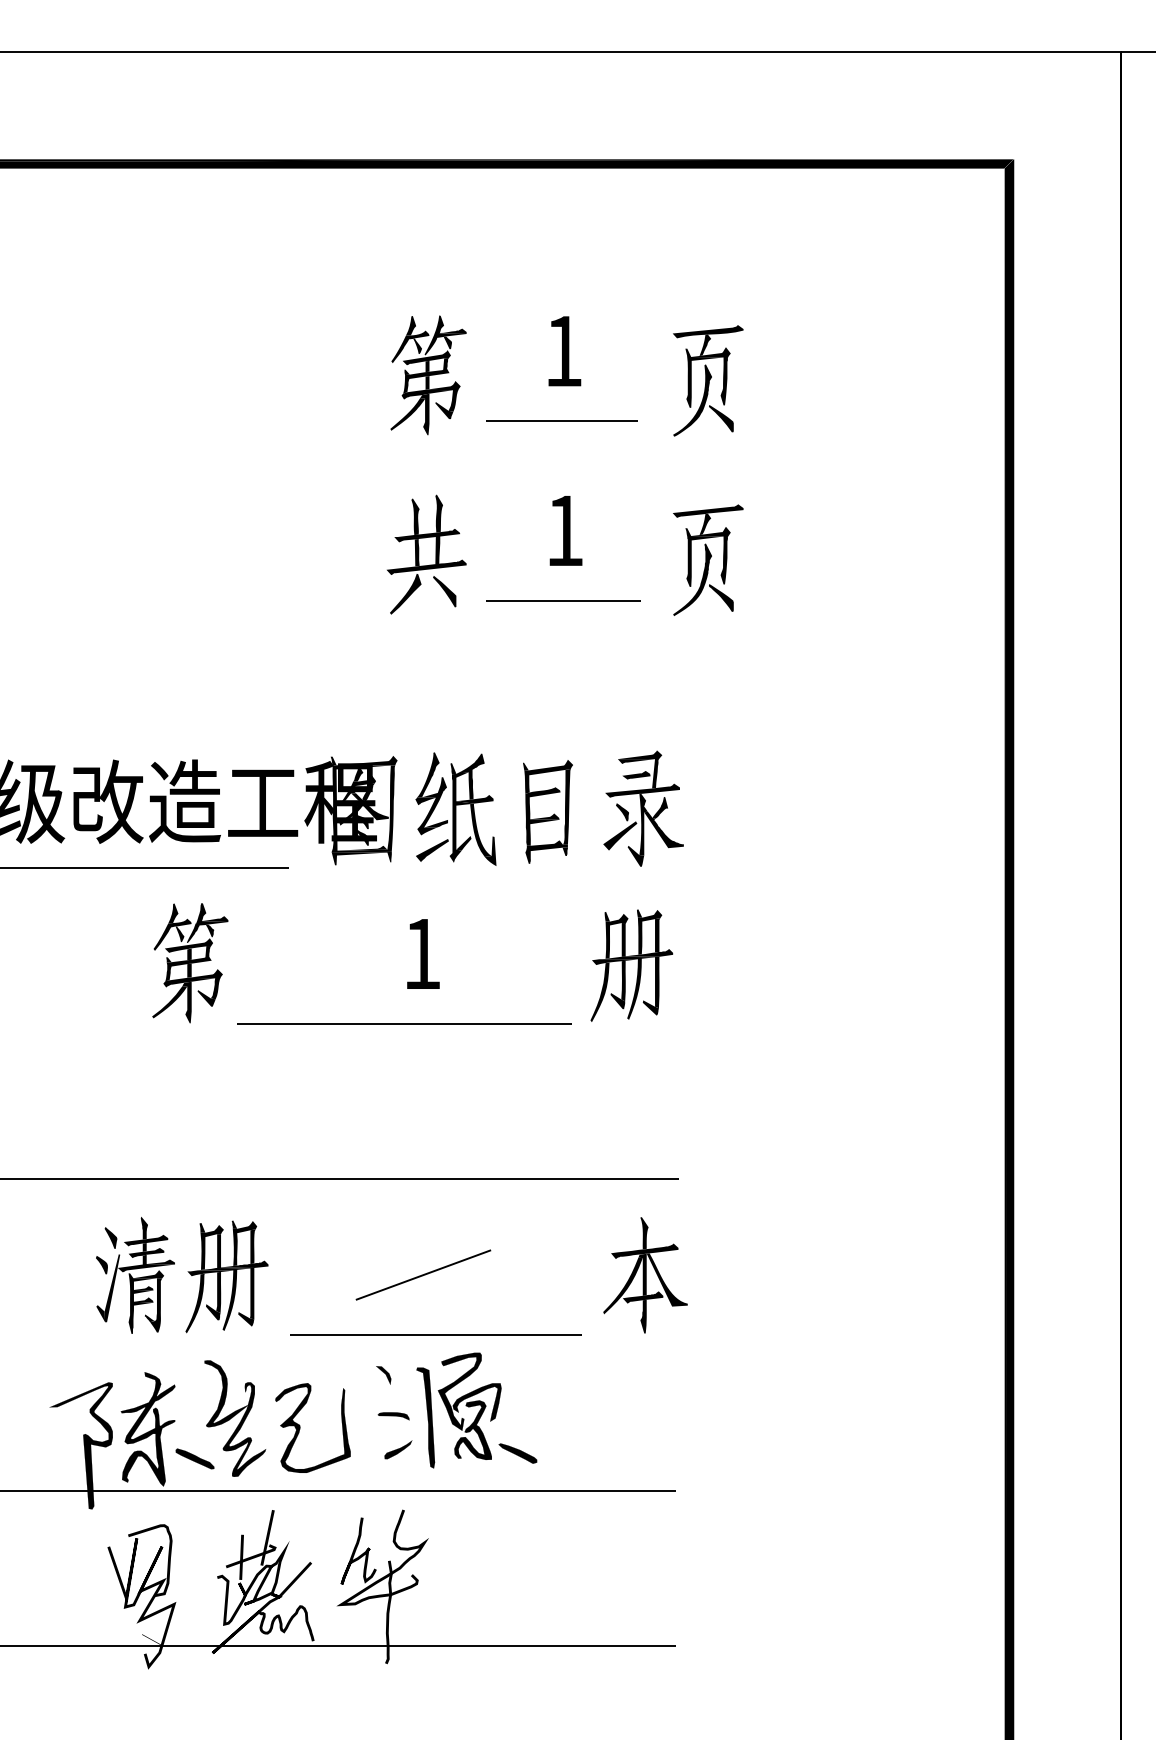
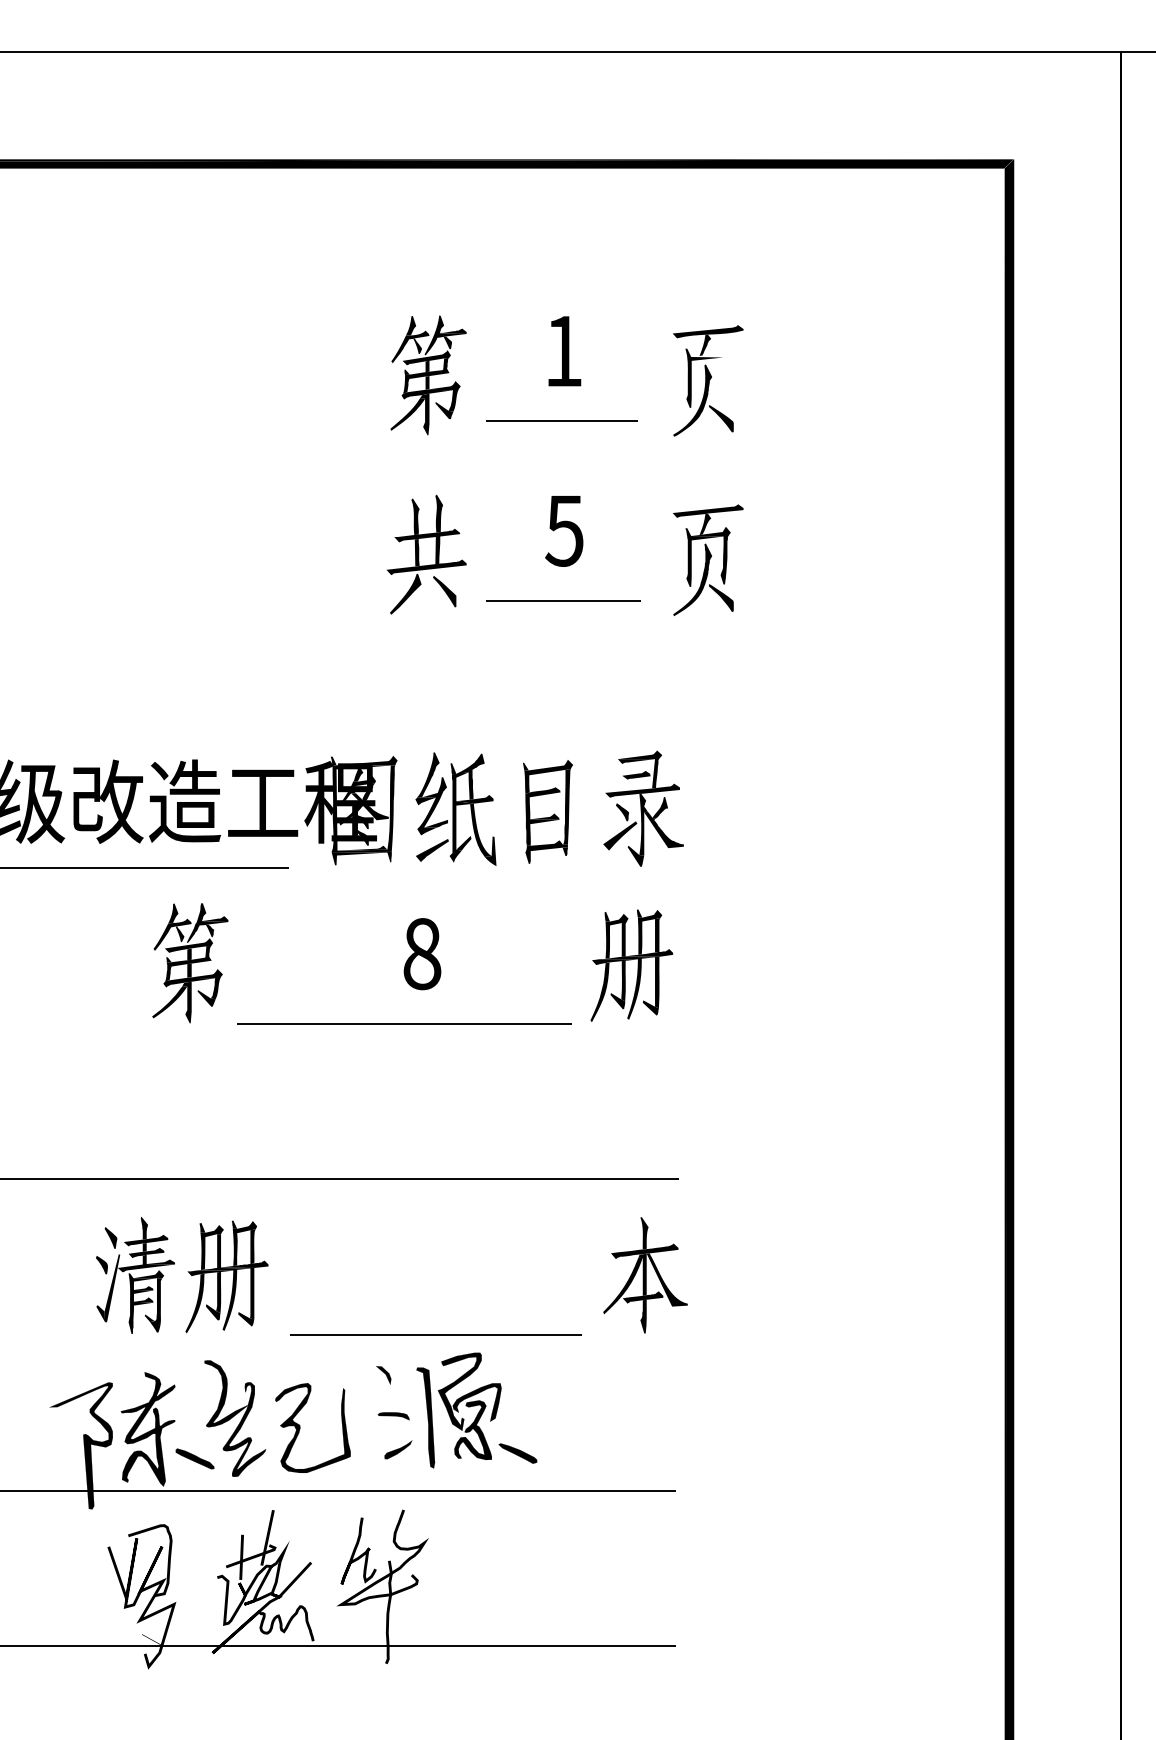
fill at (710, 376): present -> none
text at (564, 531): 1 -> 5
text at (422, 954): 1 -> 8
line at (423, 1274): present -> none
